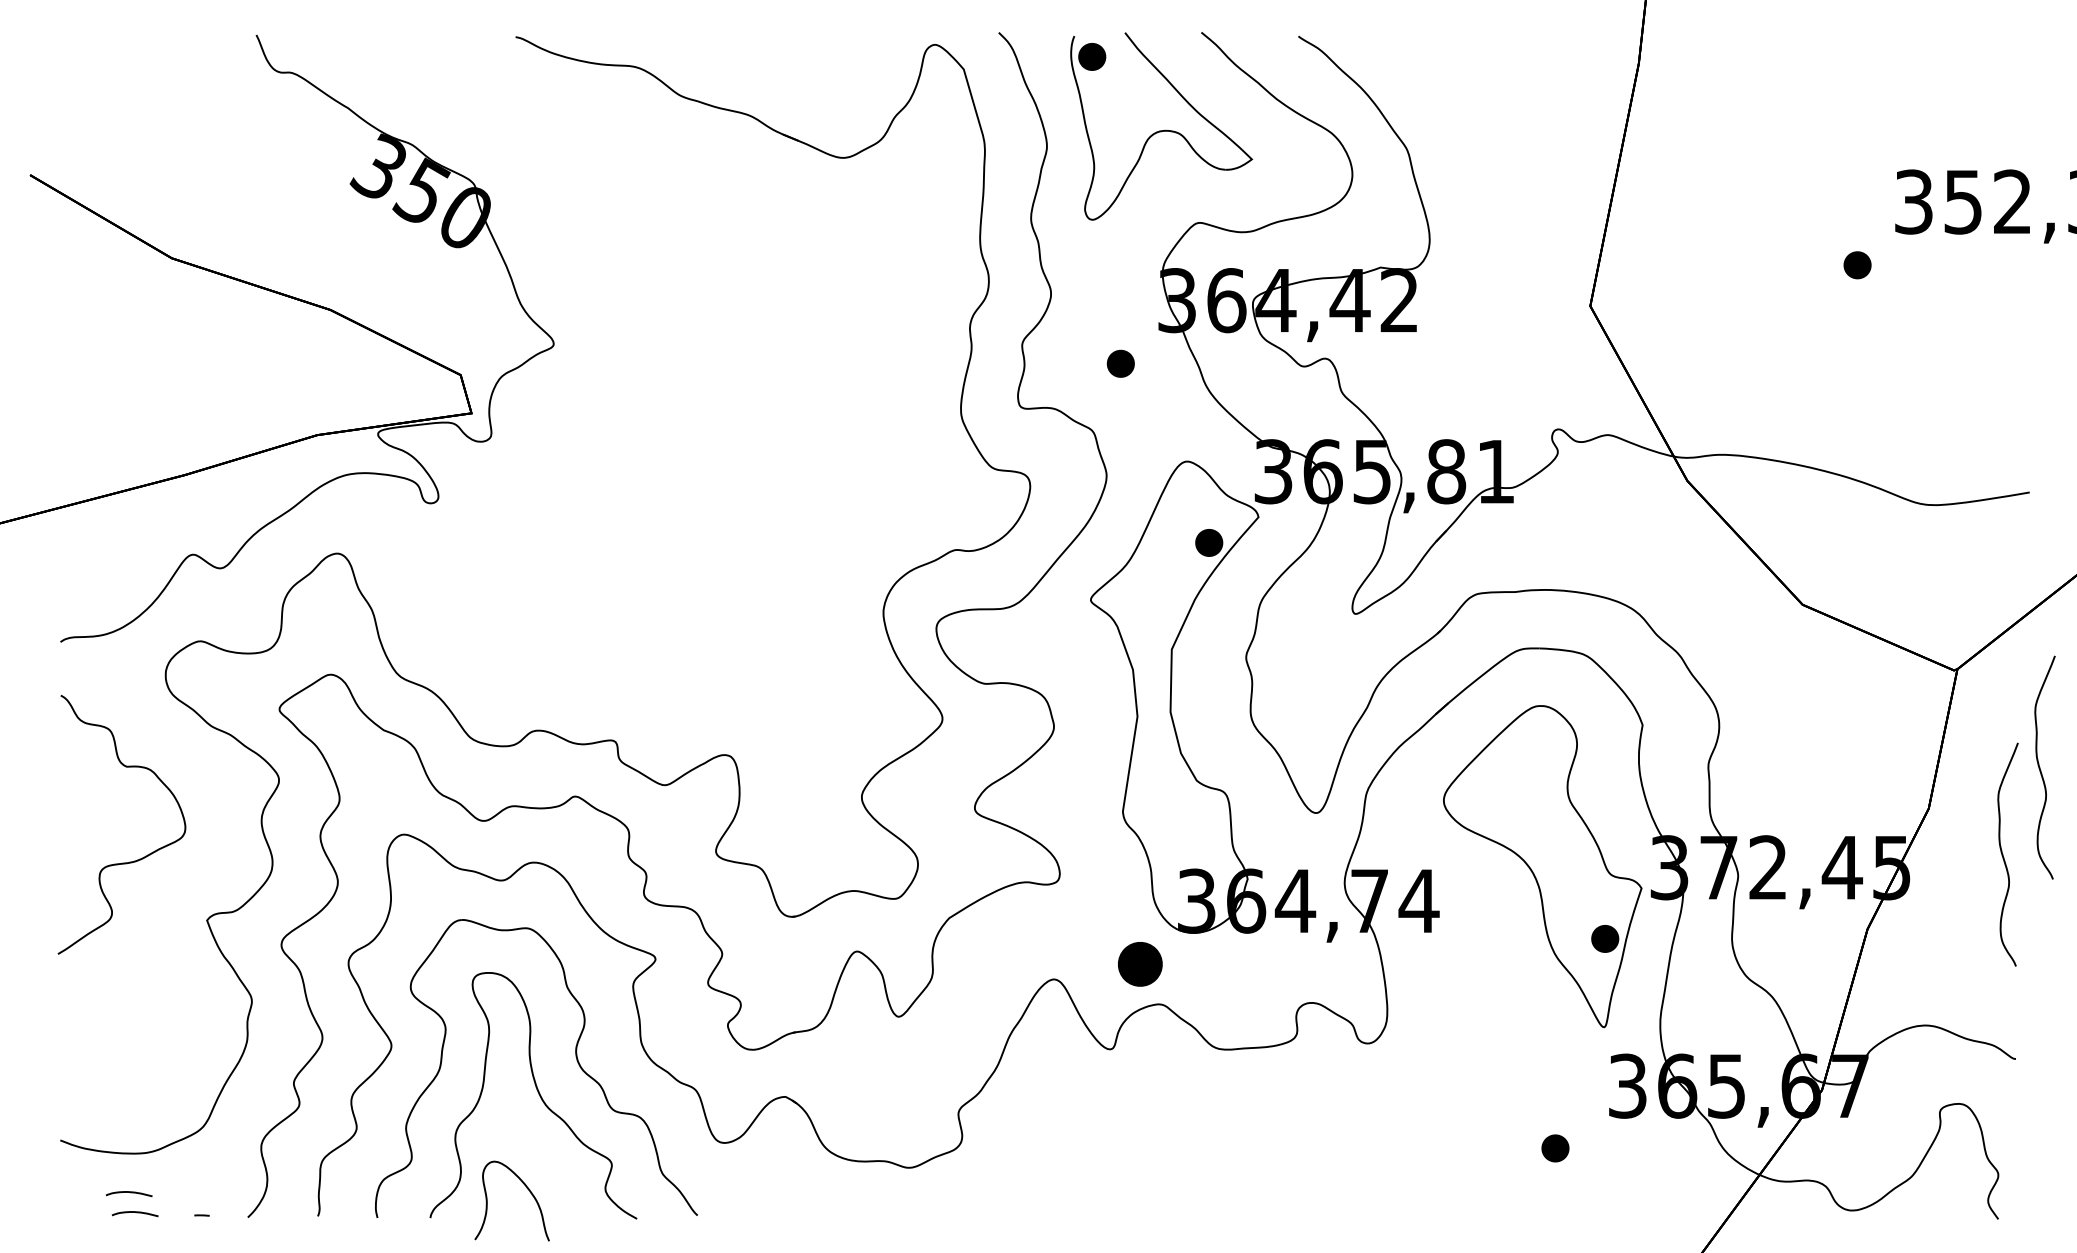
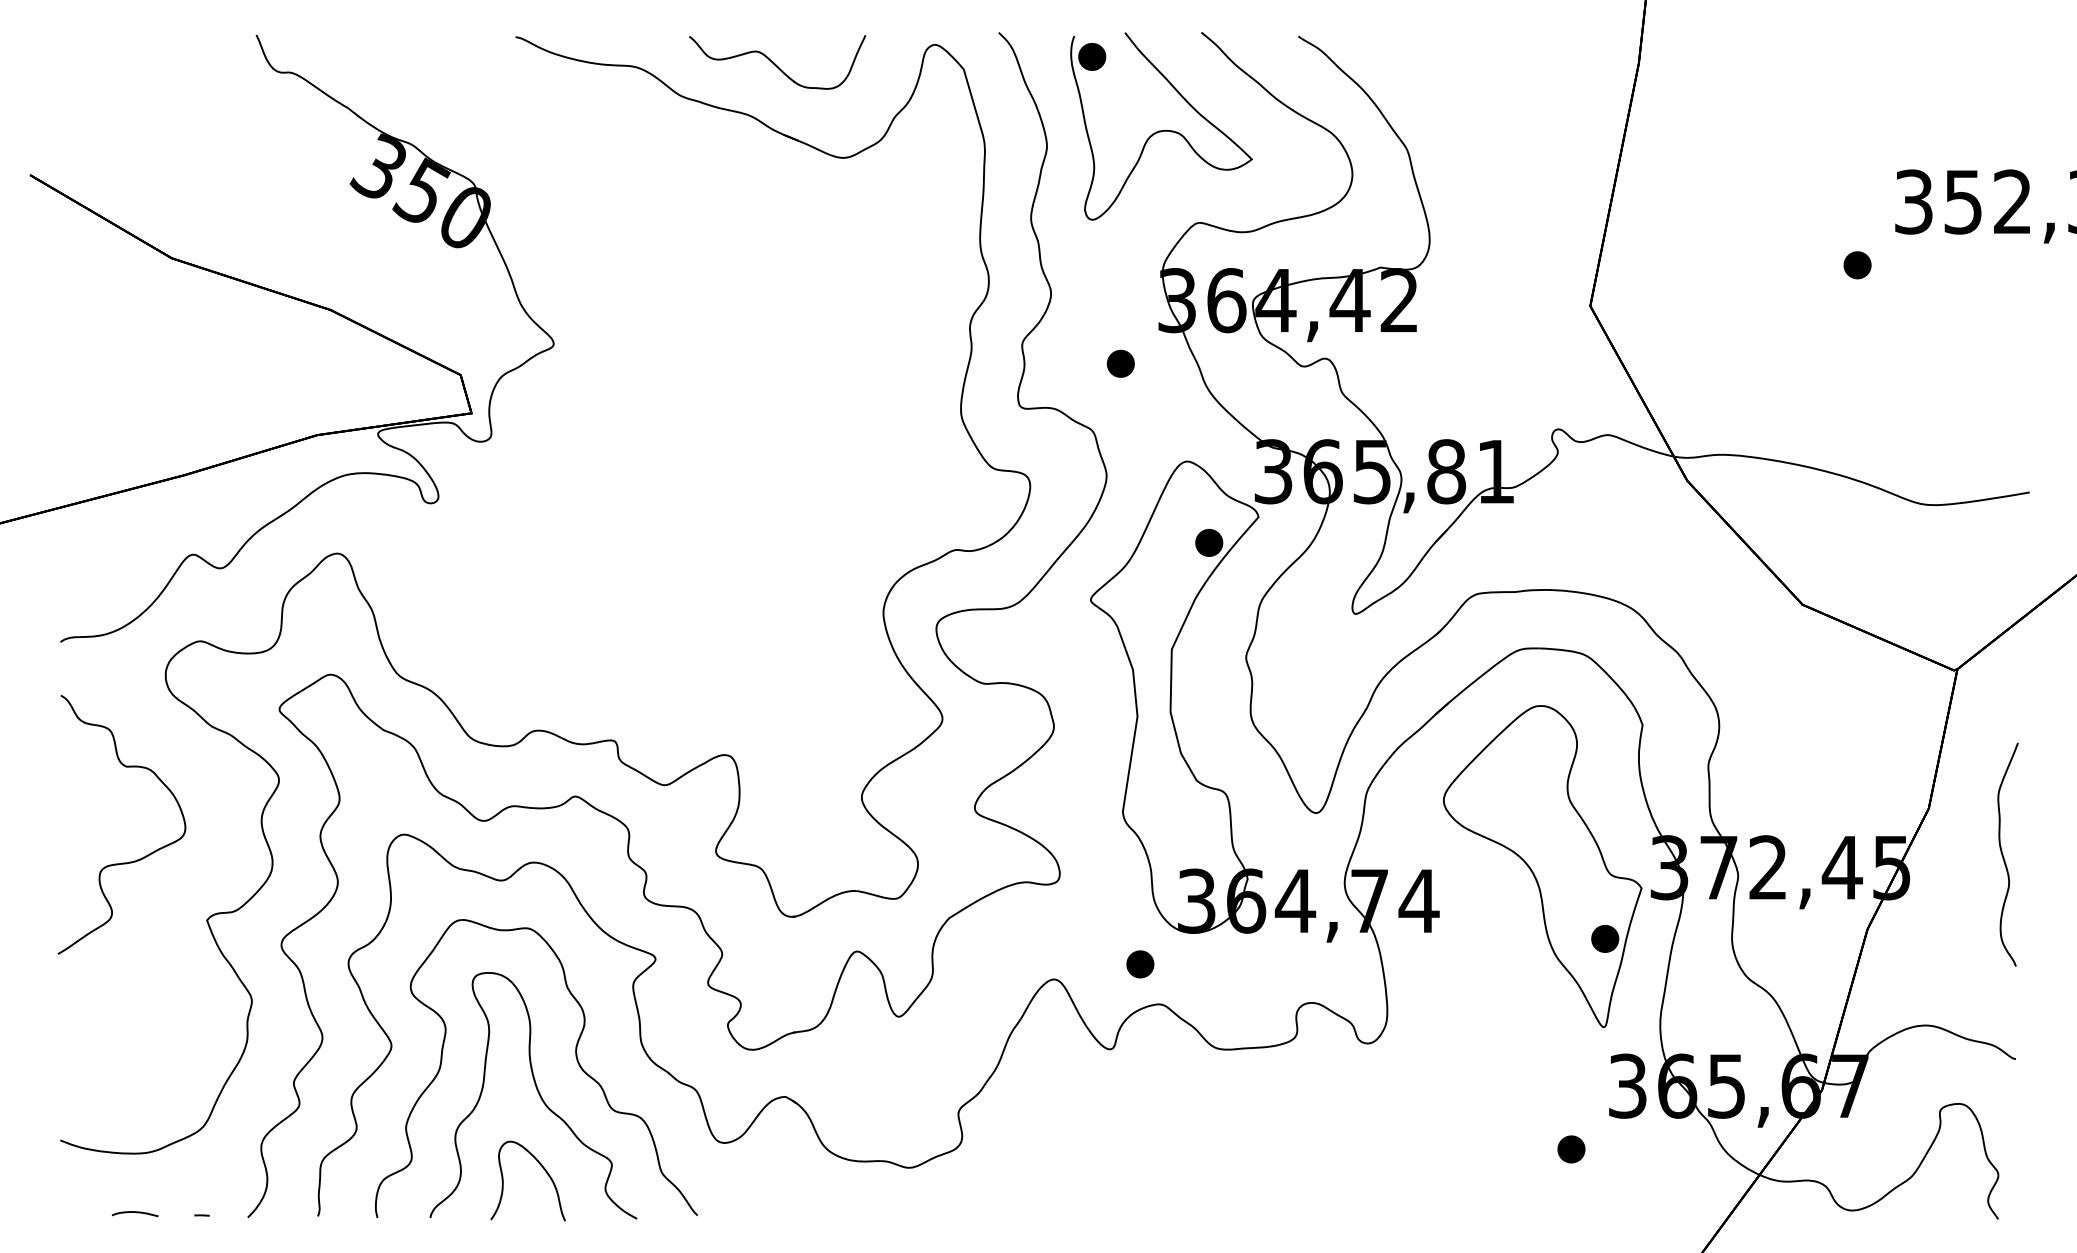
part at (777, 62): none -> present
curve at (2040, 767): present -> none
part at (1140, 964) size: 45x45 px -> 29x29 px
part at (1555, 1148) position: (1555, 1148) -> (1571, 1149)
curve at (526, 1188) position: (526, 1188) -> (542, 1168)
curve at (128, 1192): present -> none
